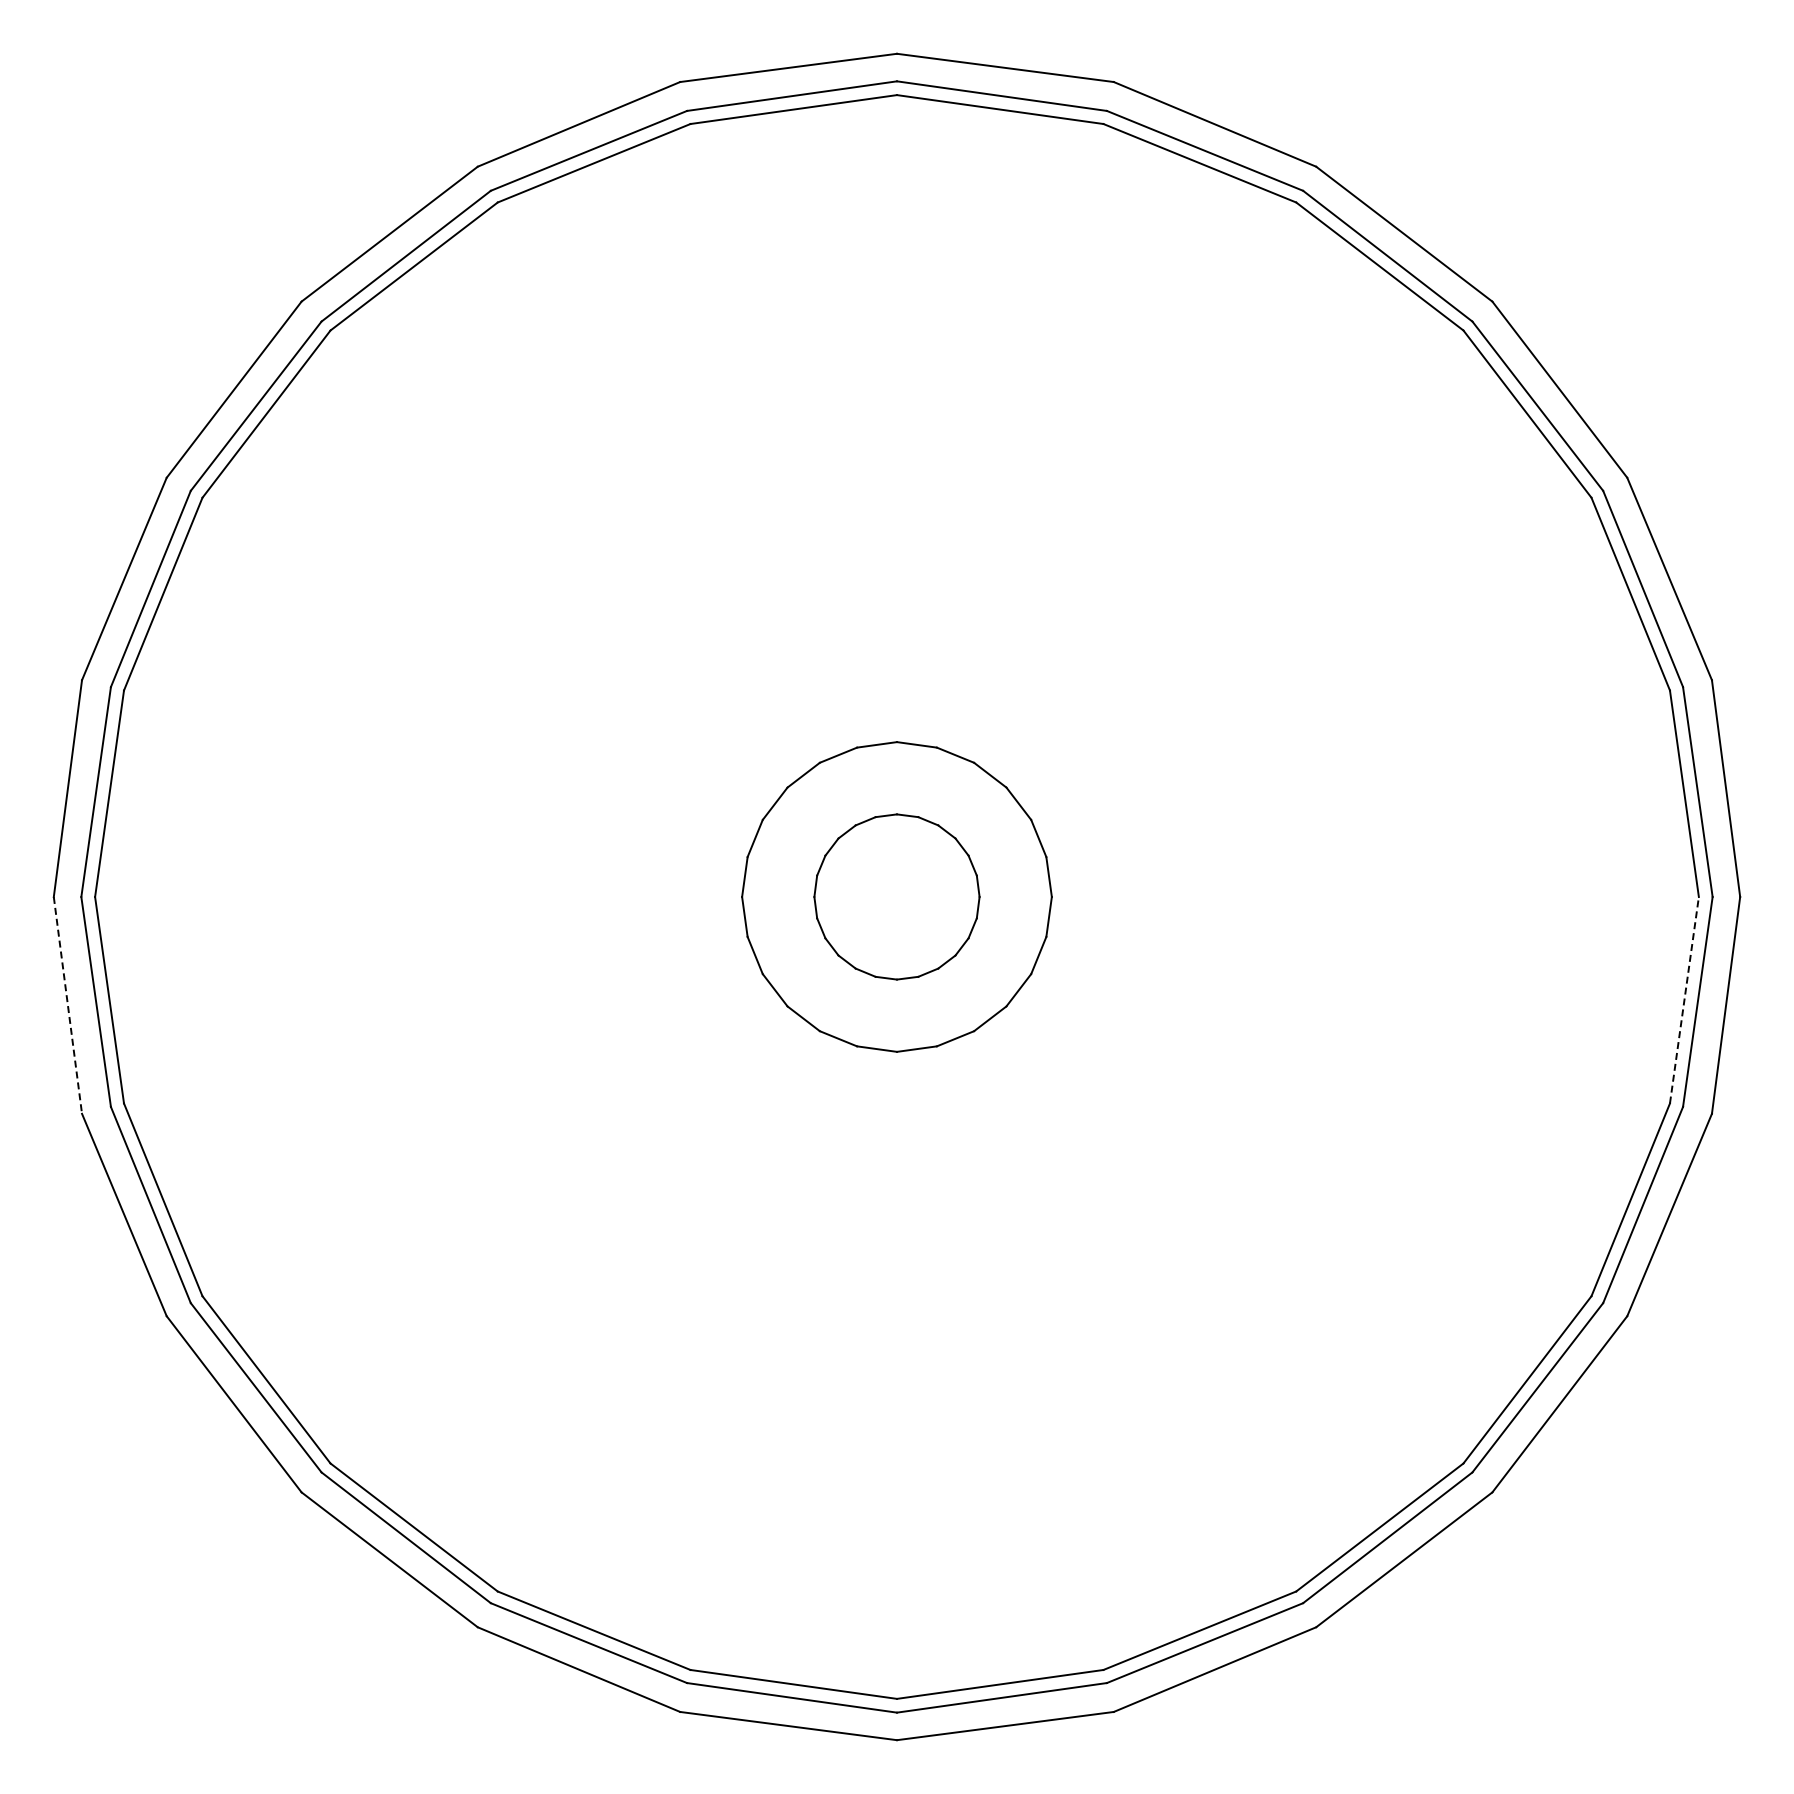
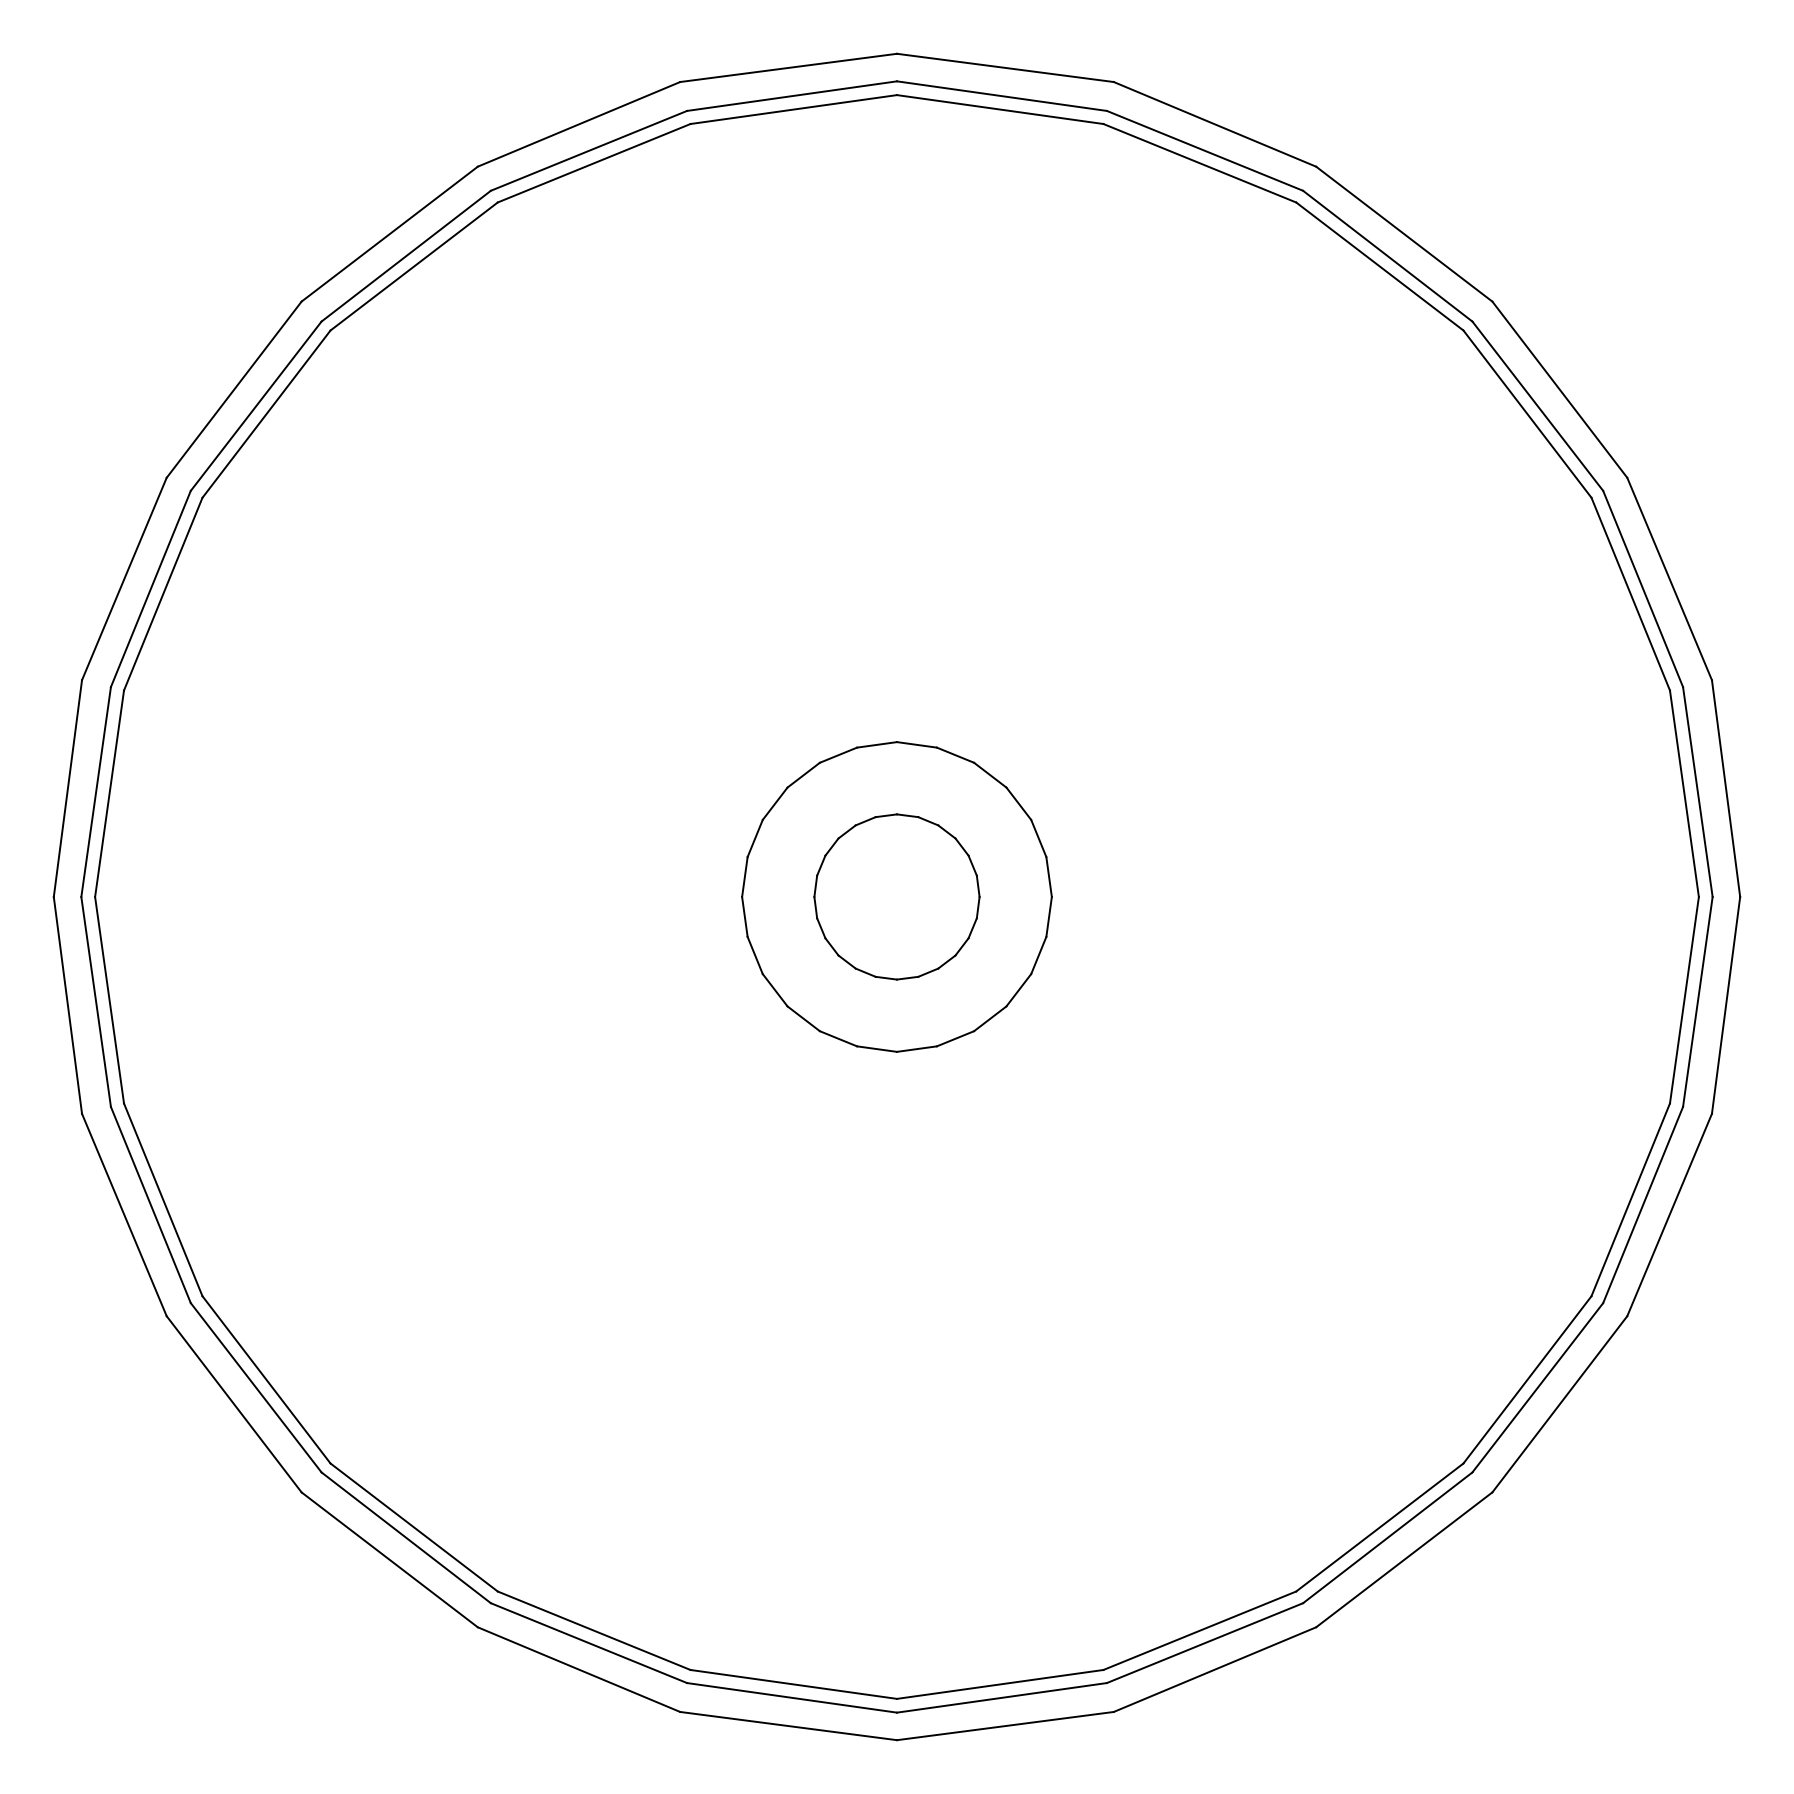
line at (1684, 999): dashed -> solid
line at (67, 1005): dashed -> solid
